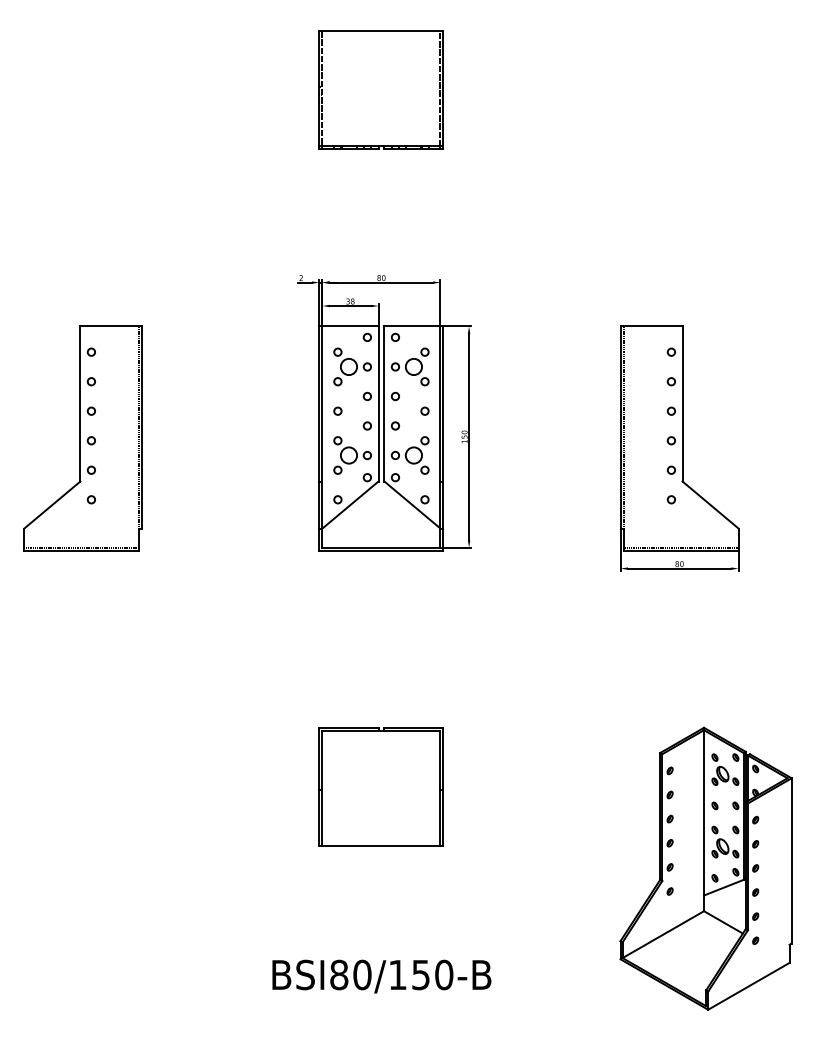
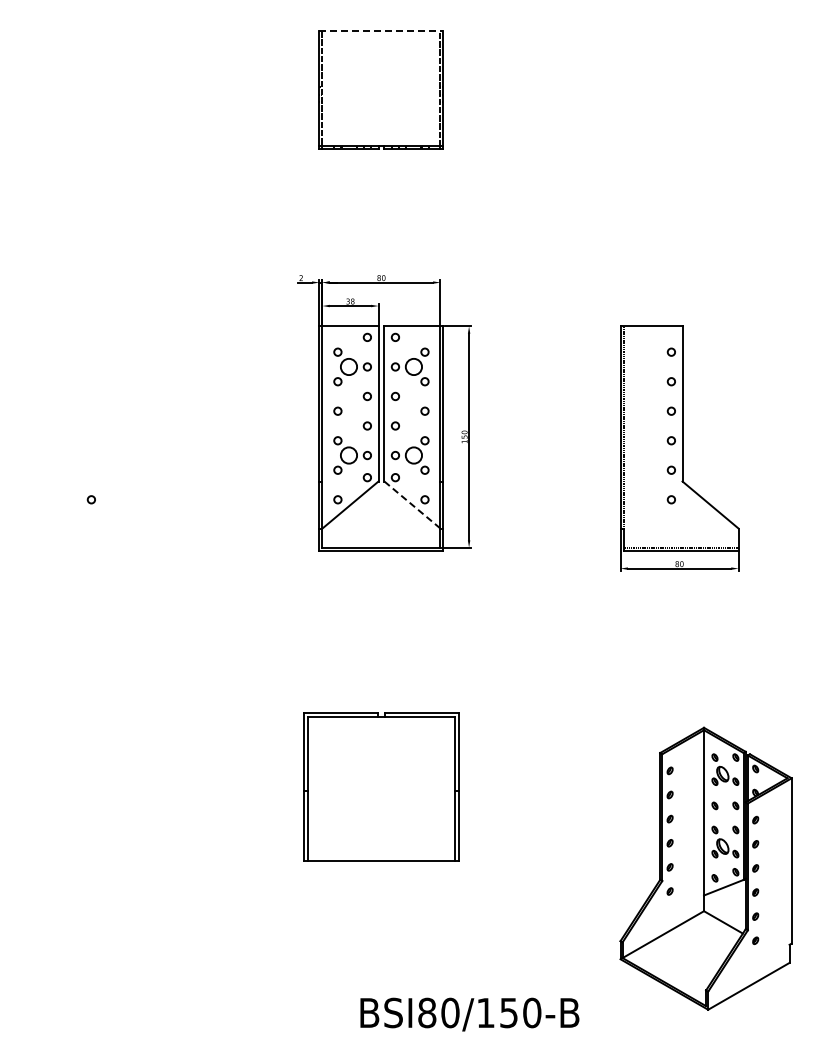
line at (381, 31): solid -> dashed
part at (82, 438): present -> none
line at (412, 505): solid -> dashed
part at (380, 786) size: 126x120 px -> 157x150 px
text at (381, 976) position: (381, 976) -> (469, 1014)
